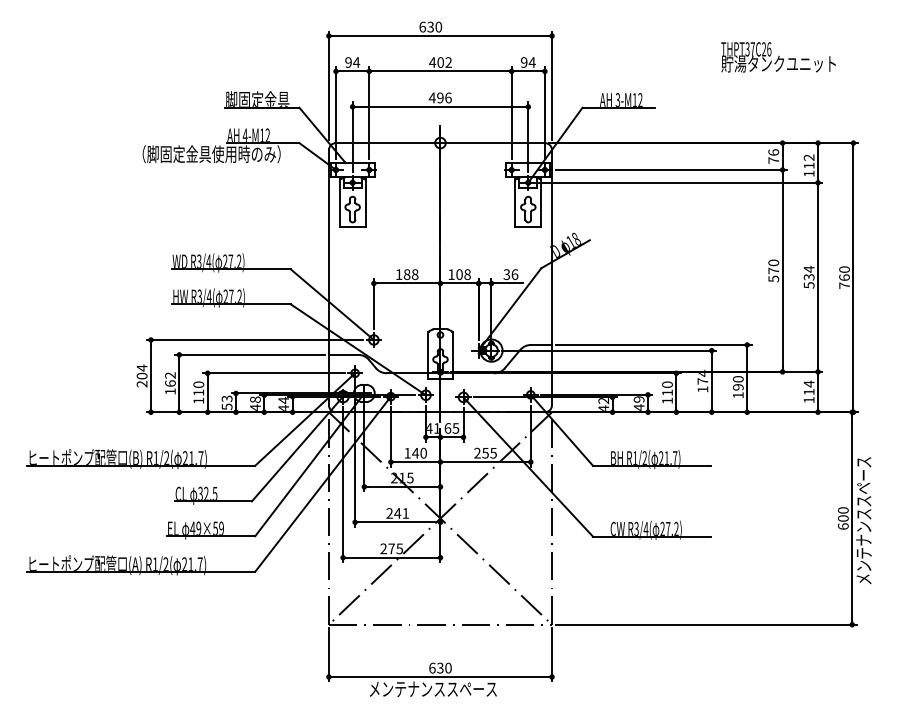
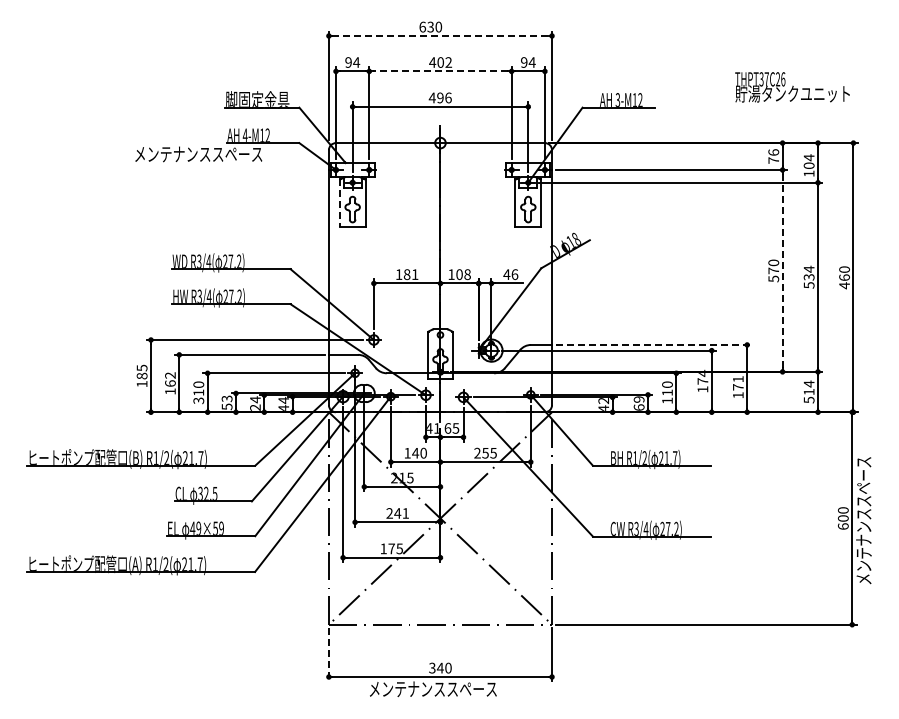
line at (440, 36): solid -> dashed
text at (778, 57) position: (778, 57) -> (792, 87)
line at (440, 71): solid -> dashed
text at (207, 154): （脚固定金具使用時のみ） -> メンテナンススペース
text at (808, 161): 112 -> 104
line at (339, 202): solid -> dashed
line at (782, 270): solid -> dashed
text at (415, 274): 188 -> 181
text at (506, 274): 36 -> 46
text at (844, 285): 760 -> 460
line at (654, 344): solid -> dashed
text at (141, 375): 204 -> 185
text at (737, 383): 190 -> 171
text at (808, 399): 114 -> 514
text at (198, 400): 110 -> 310
text at (255, 403): 48 -> 24
text at (638, 407): 49 -> 69
text at (383, 548): 275 -> 175
line at (328, 654): solid -> dashed
text at (436, 667): 630 -> 340
